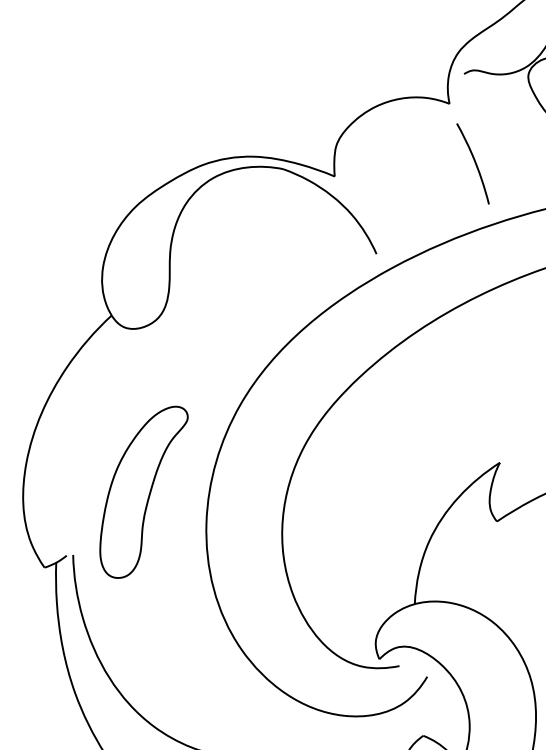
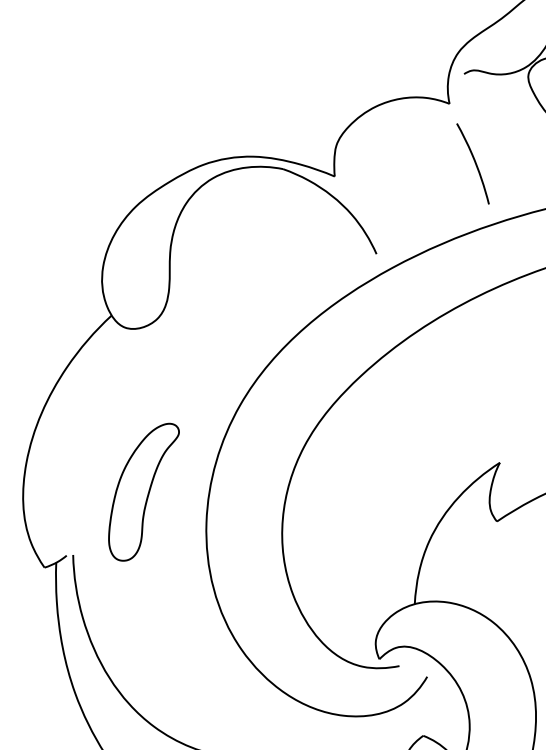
part at (143, 491) size: 90x174 px -> 72x140 px
